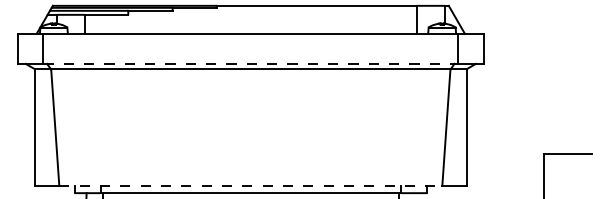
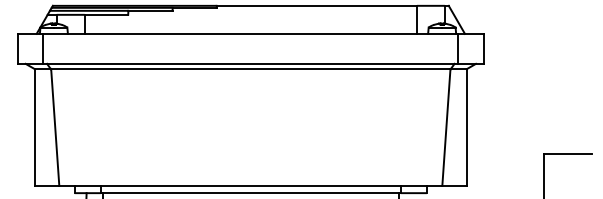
line at (251, 63): dashed -> solid
line at (250, 185): dashed -> solid
